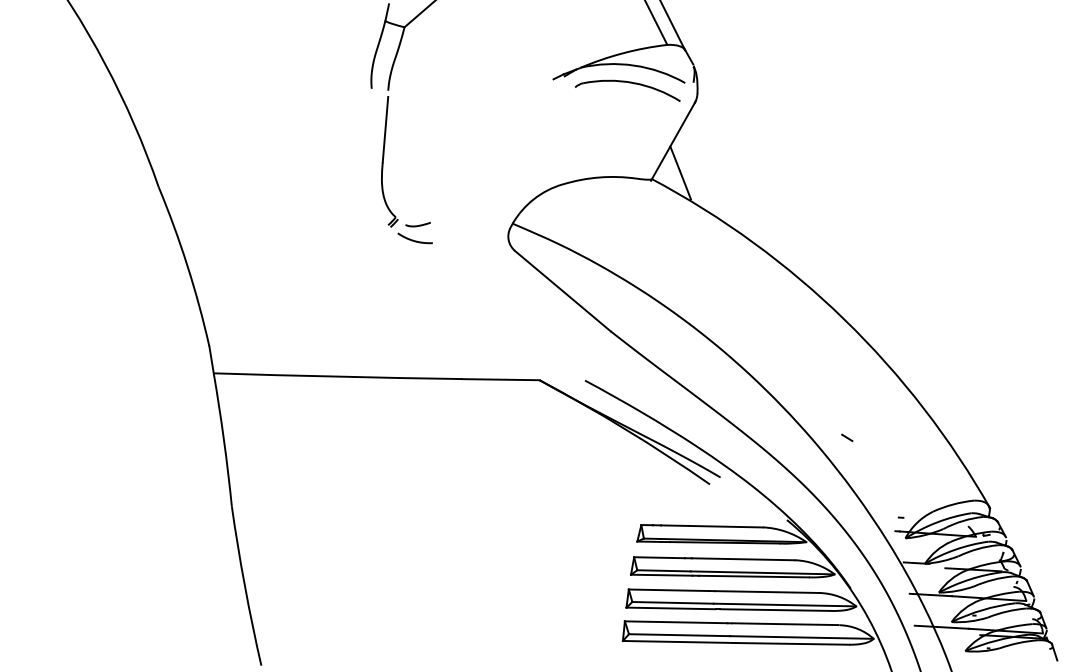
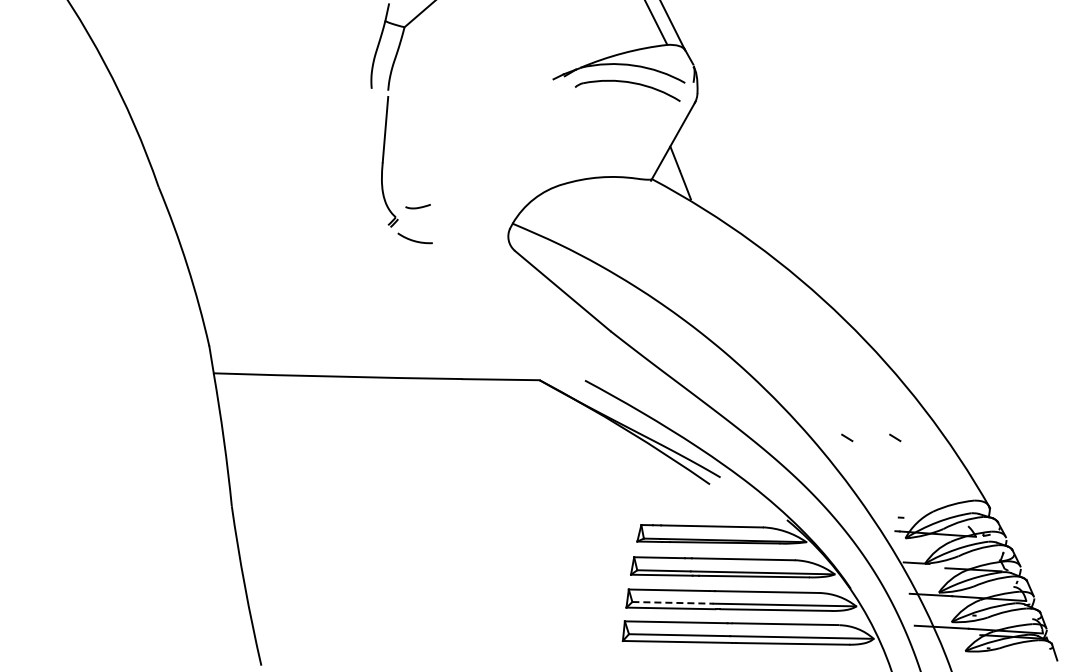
curve at (417, 225) position: (417, 225) -> (417, 207)
line at (895, 437): none -> present
line at (673, 602): solid -> dashed
